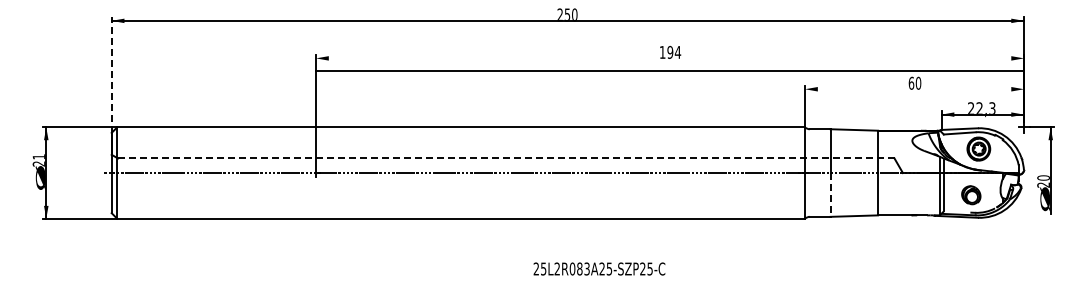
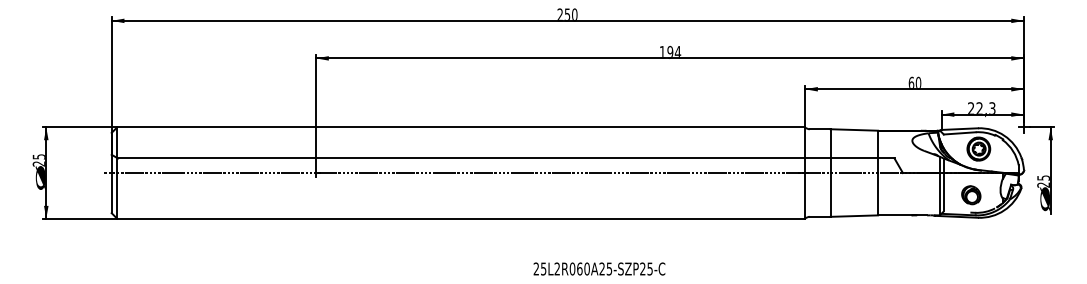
line at (670, 71) position: (670, 71) -> (670, 58)
line at (111, 75): dashed -> solid
line at (914, 89): none -> present
text at (38, 156): 21 -> 25
line at (505, 158): dashed -> solid
text at (1043, 177): 20 -> 25
line at (830, 194): dashed -> solid
text at (583, 268): 25L2R083A25-SZP25-C -> 25L2R060A25-SZP25-C
